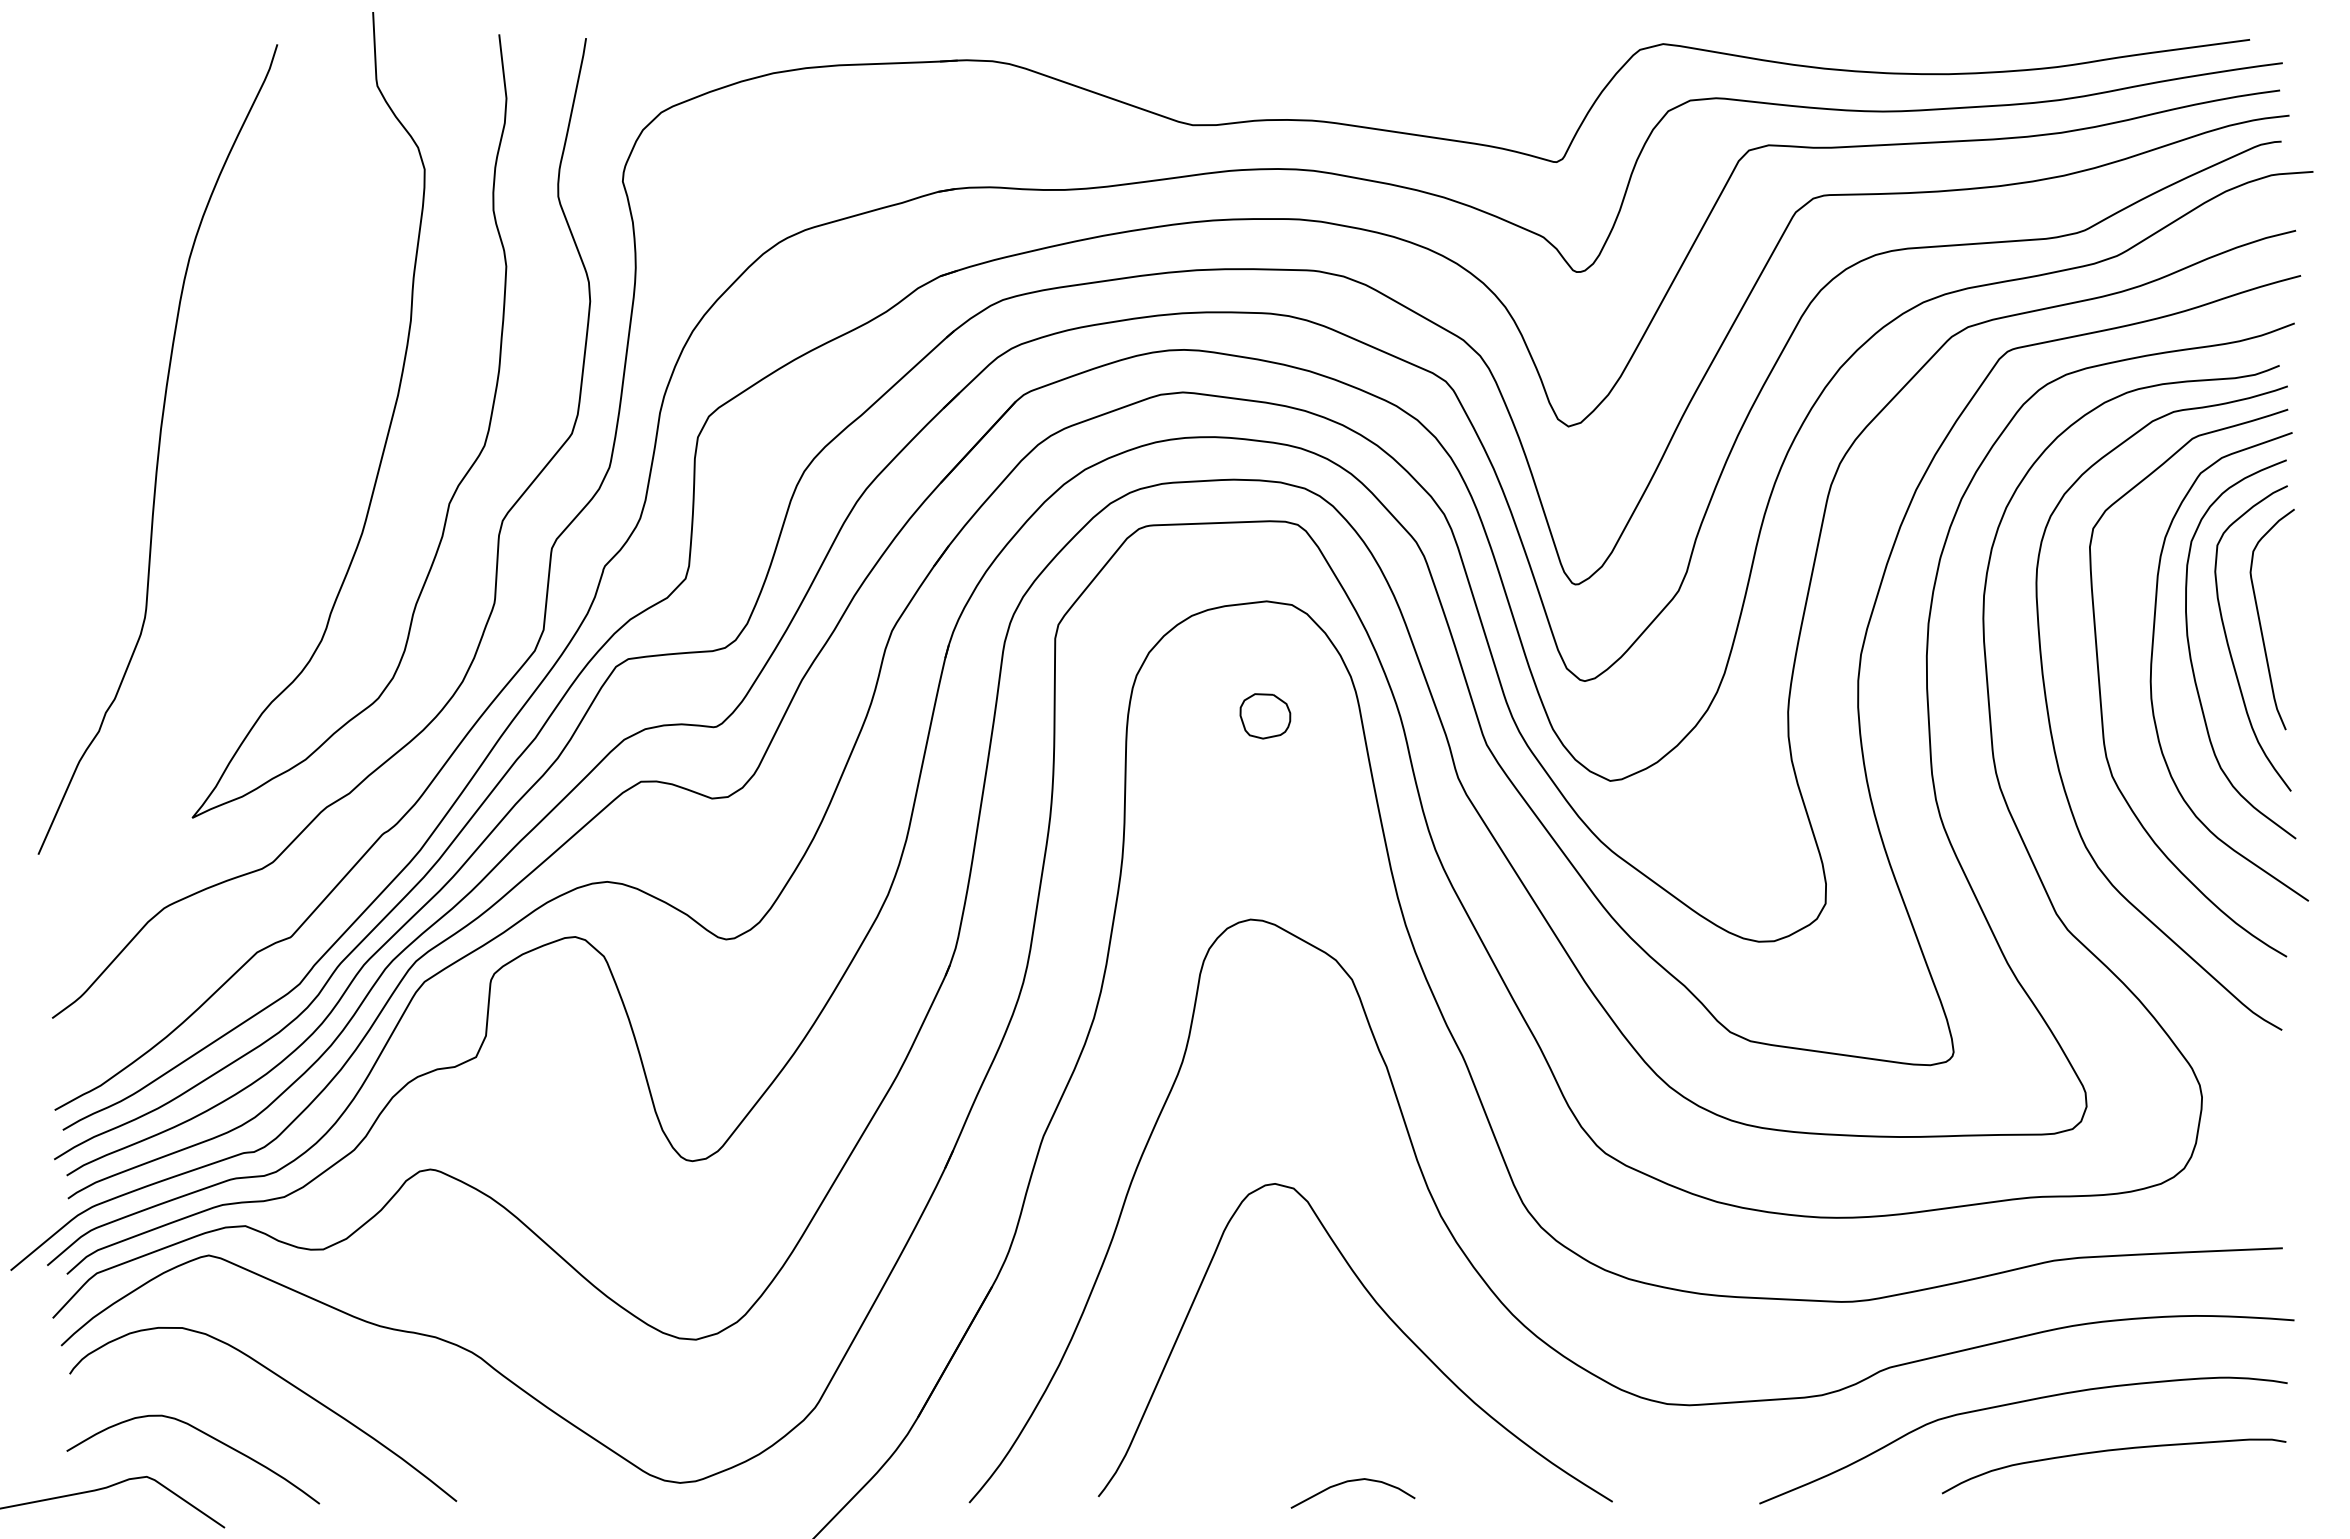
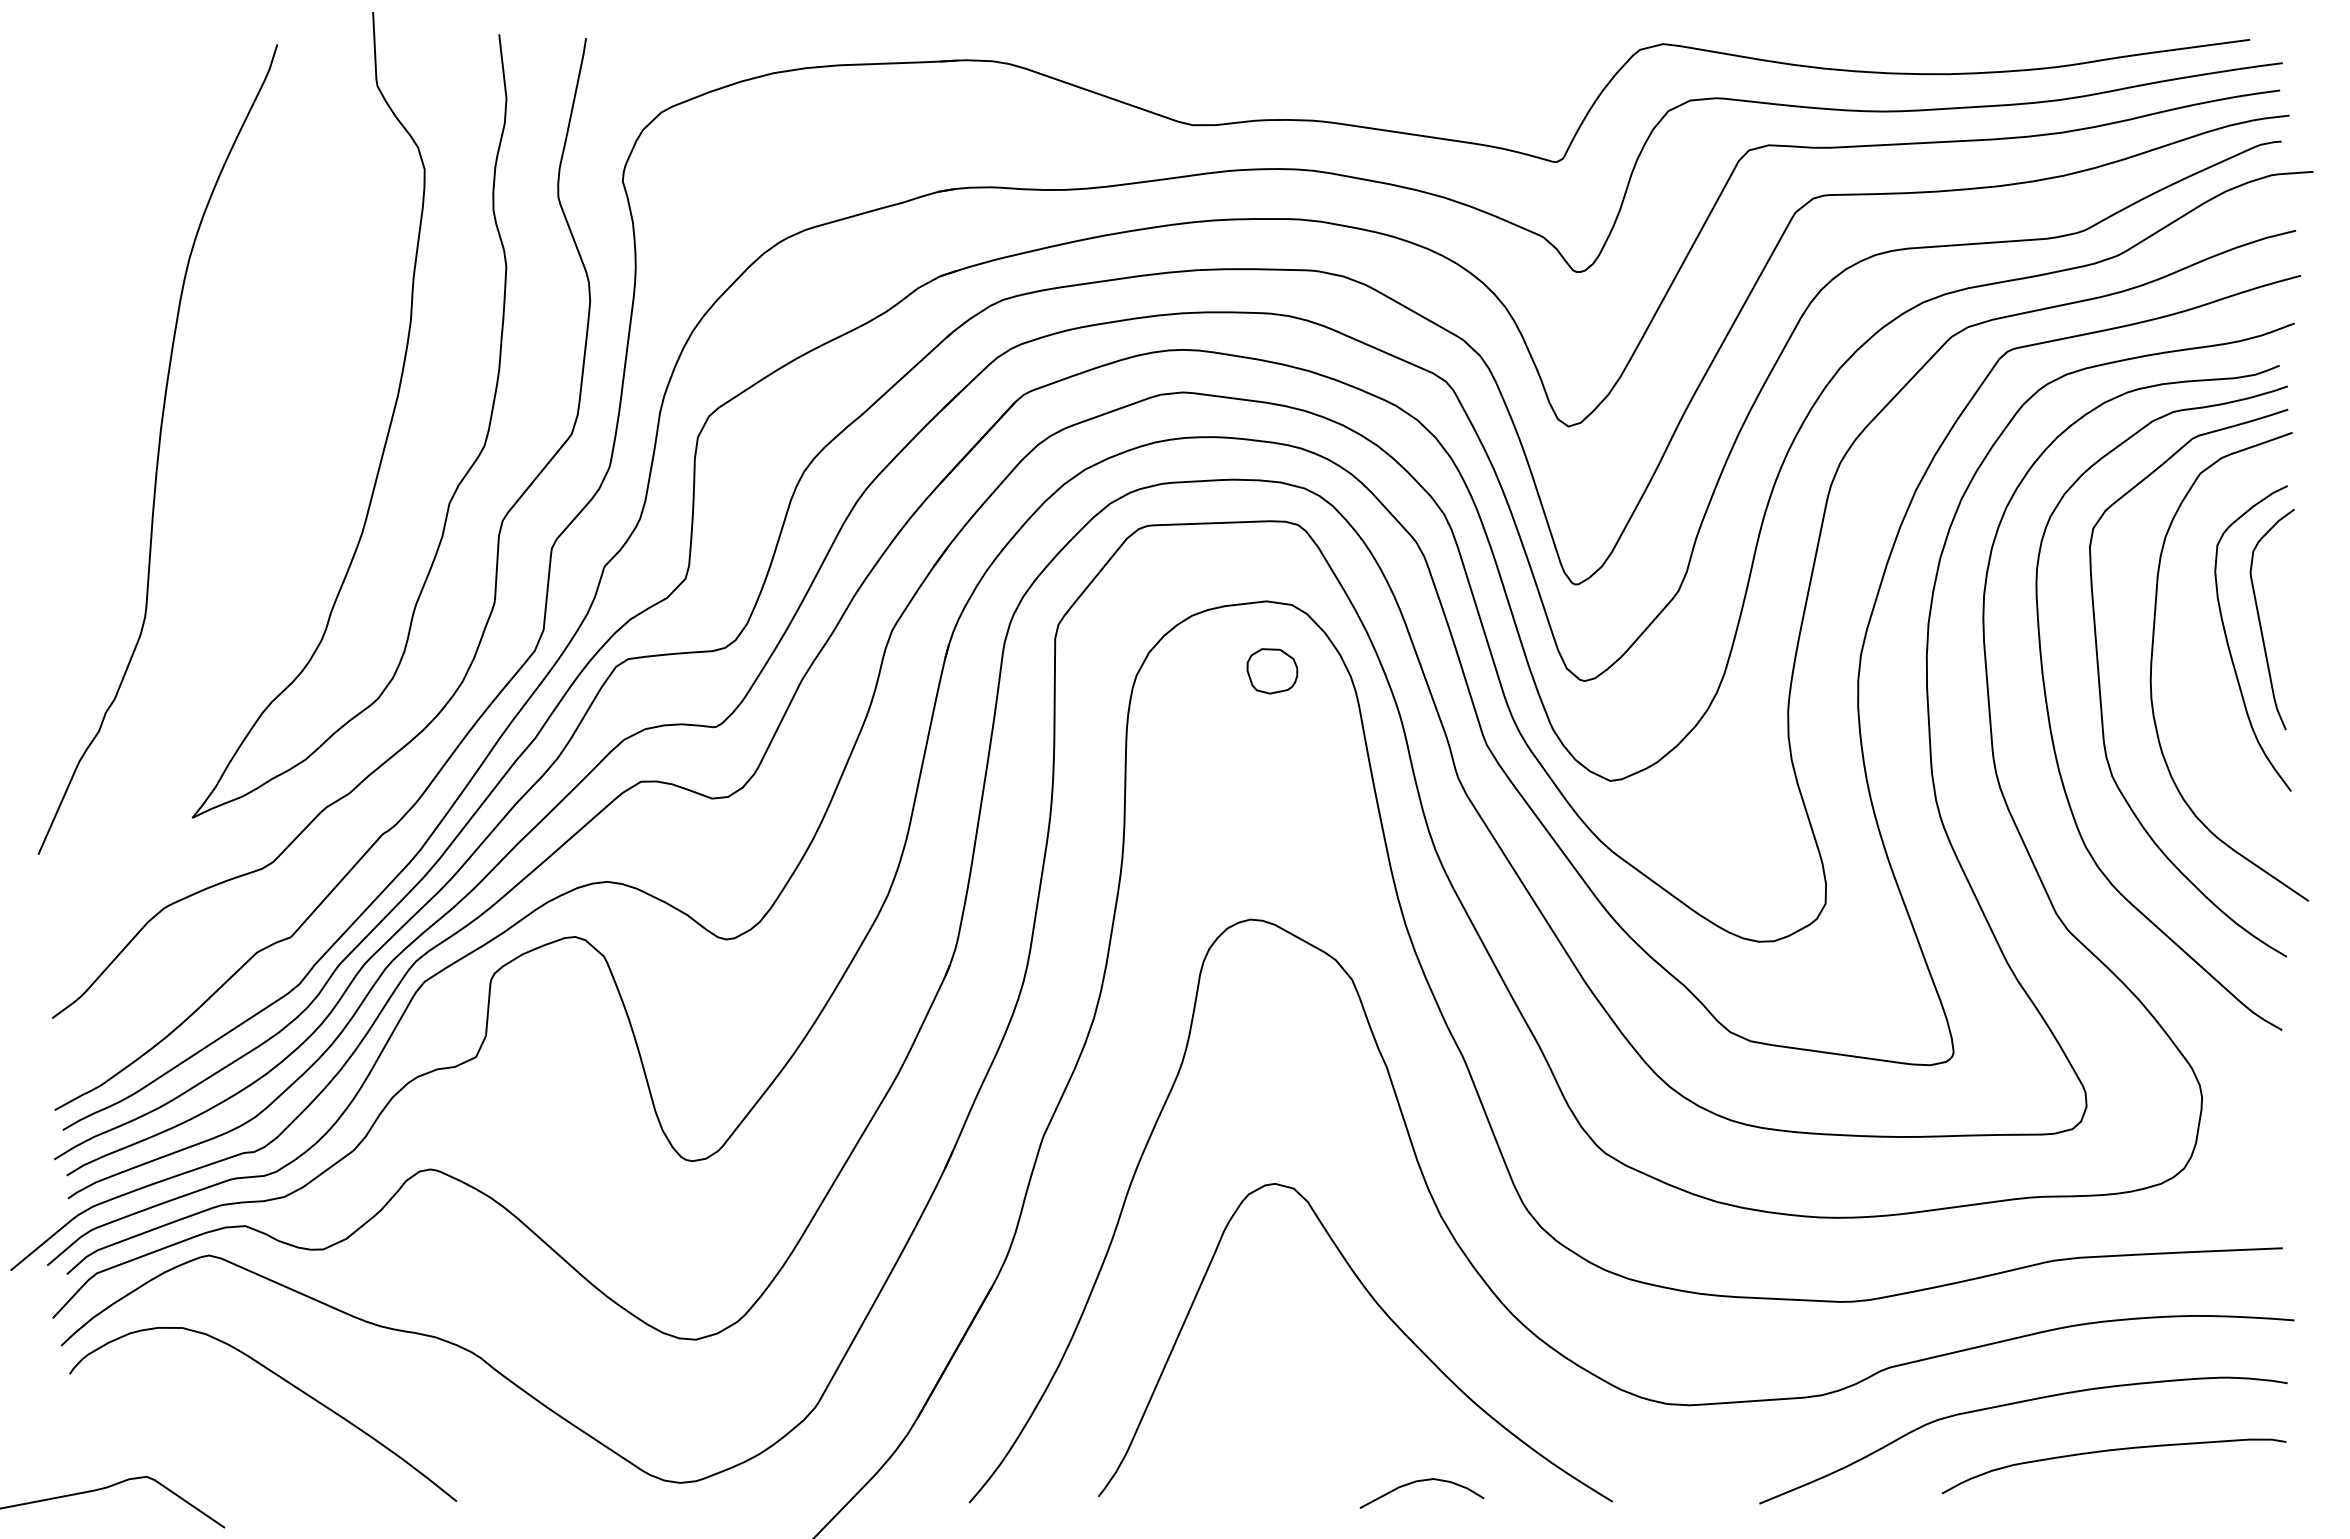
curve at (2191, 655): present -> none
part at (1265, 716) position: (1265, 716) -> (1272, 671)
curve at (206, 1435): present -> none
curve at (1348, 1482) position: (1348, 1482) -> (1417, 1482)
